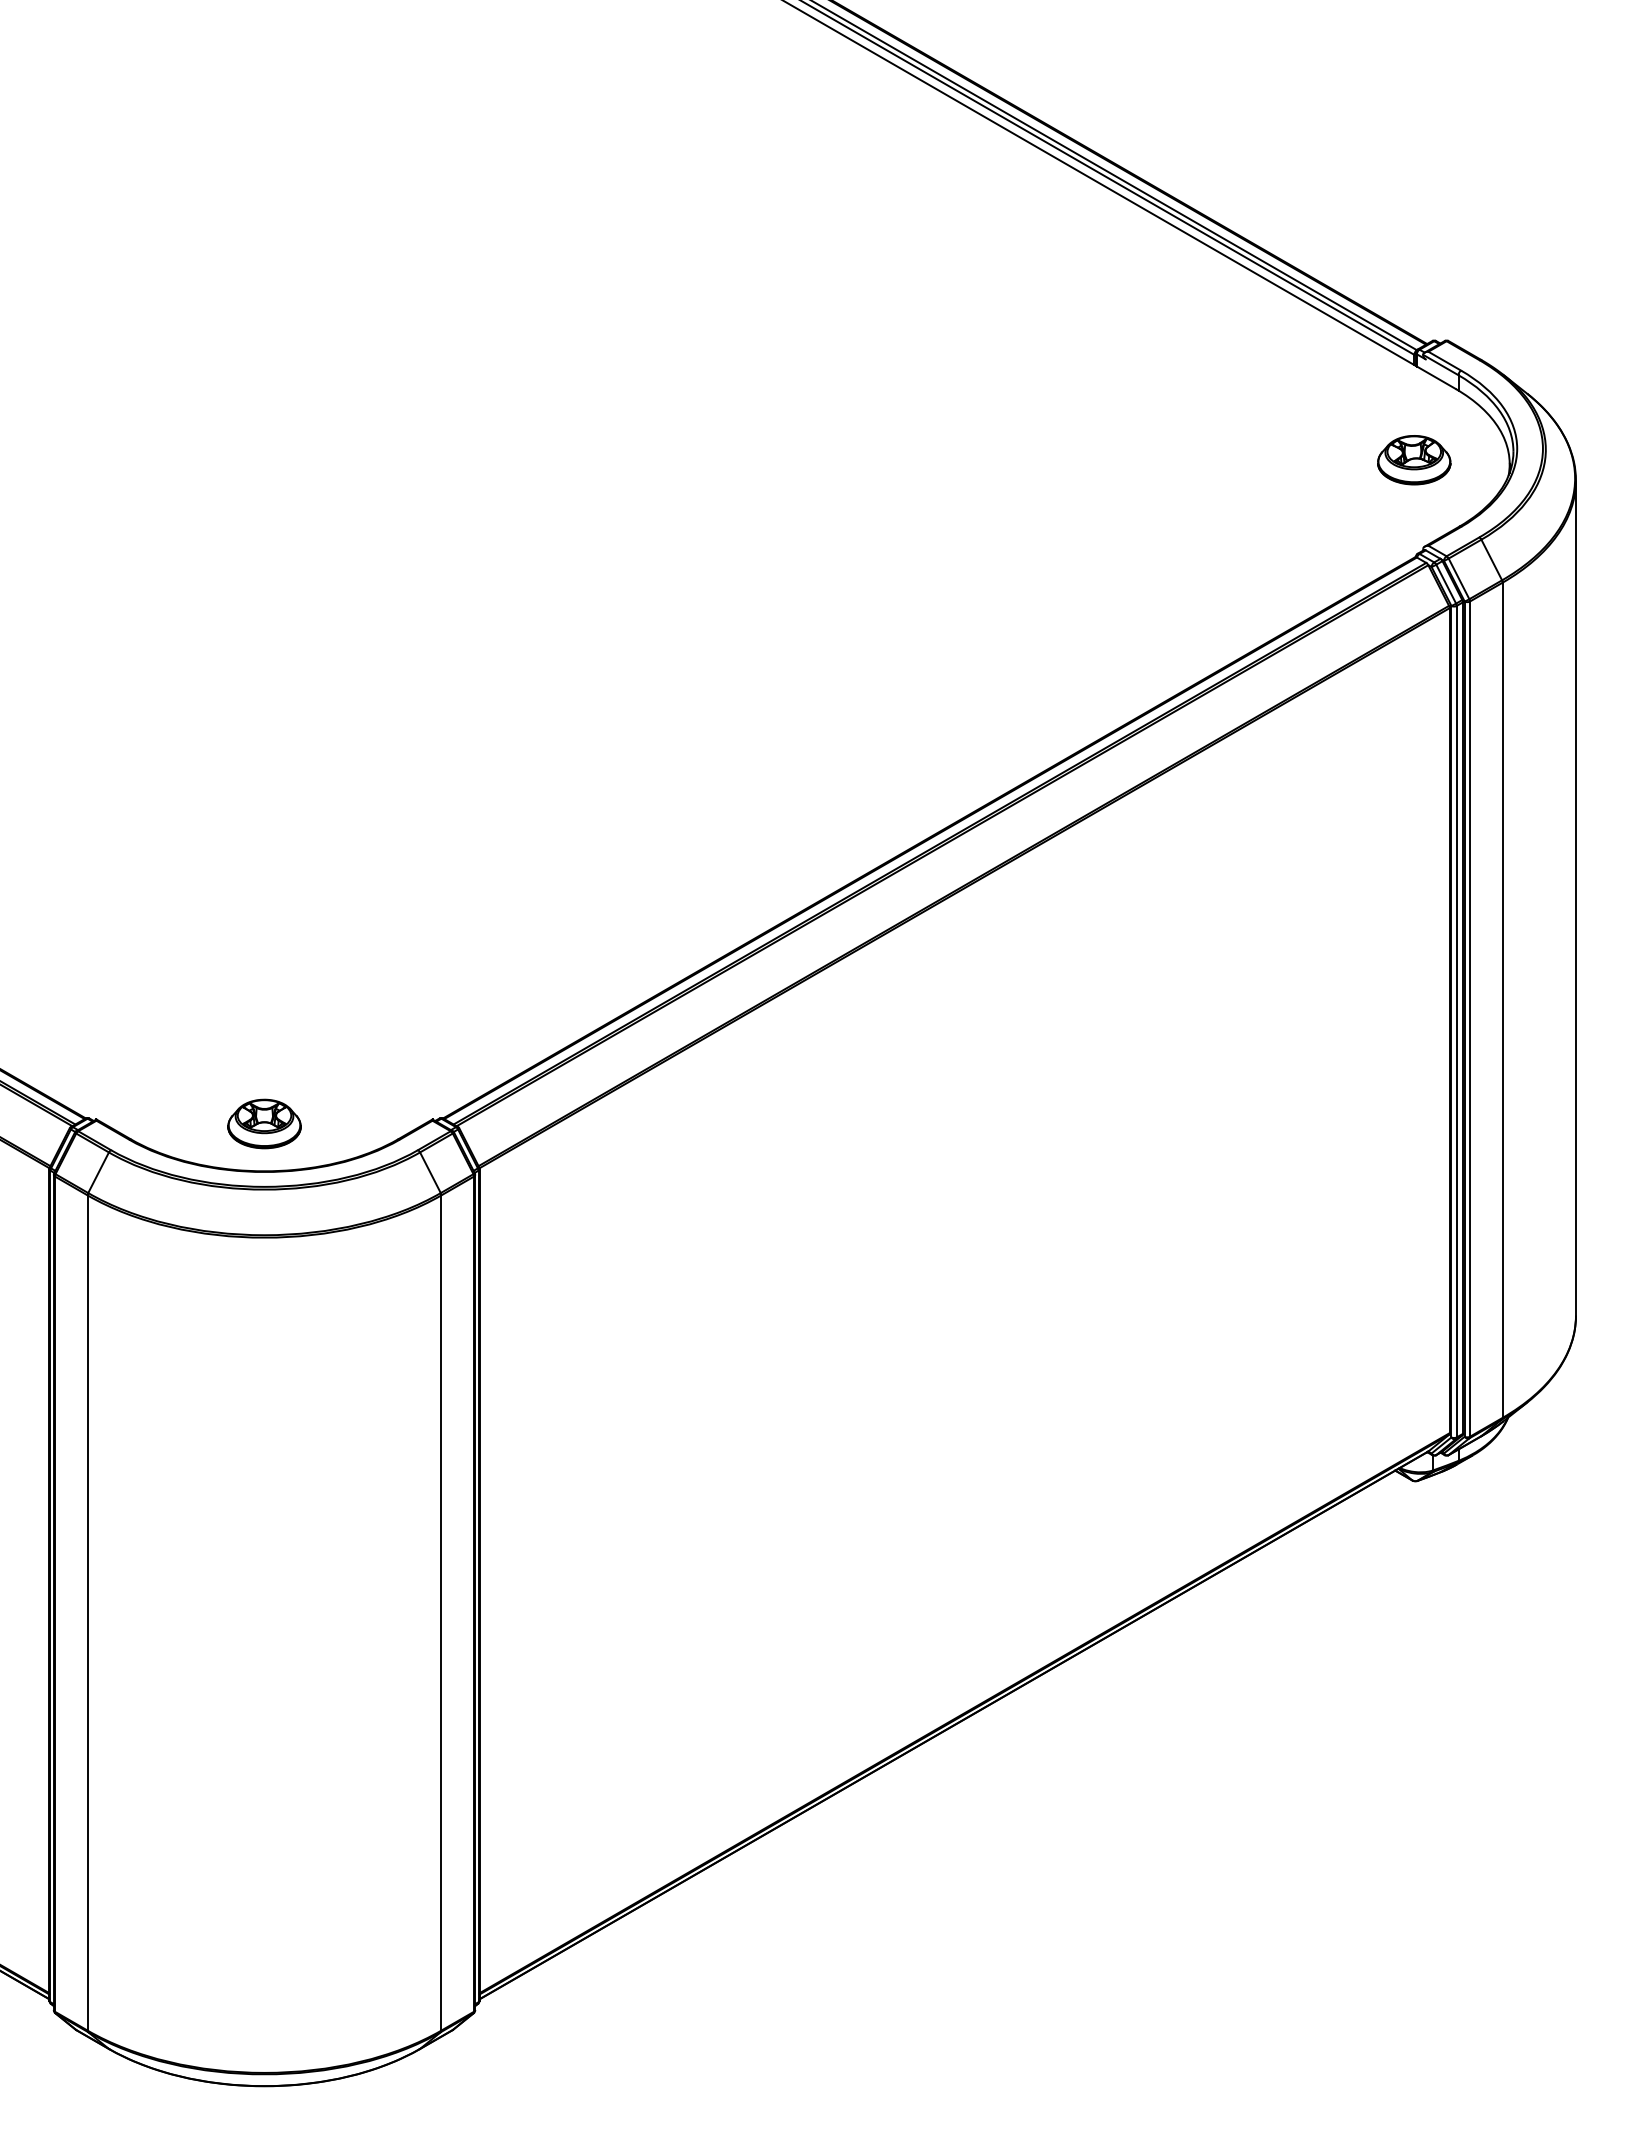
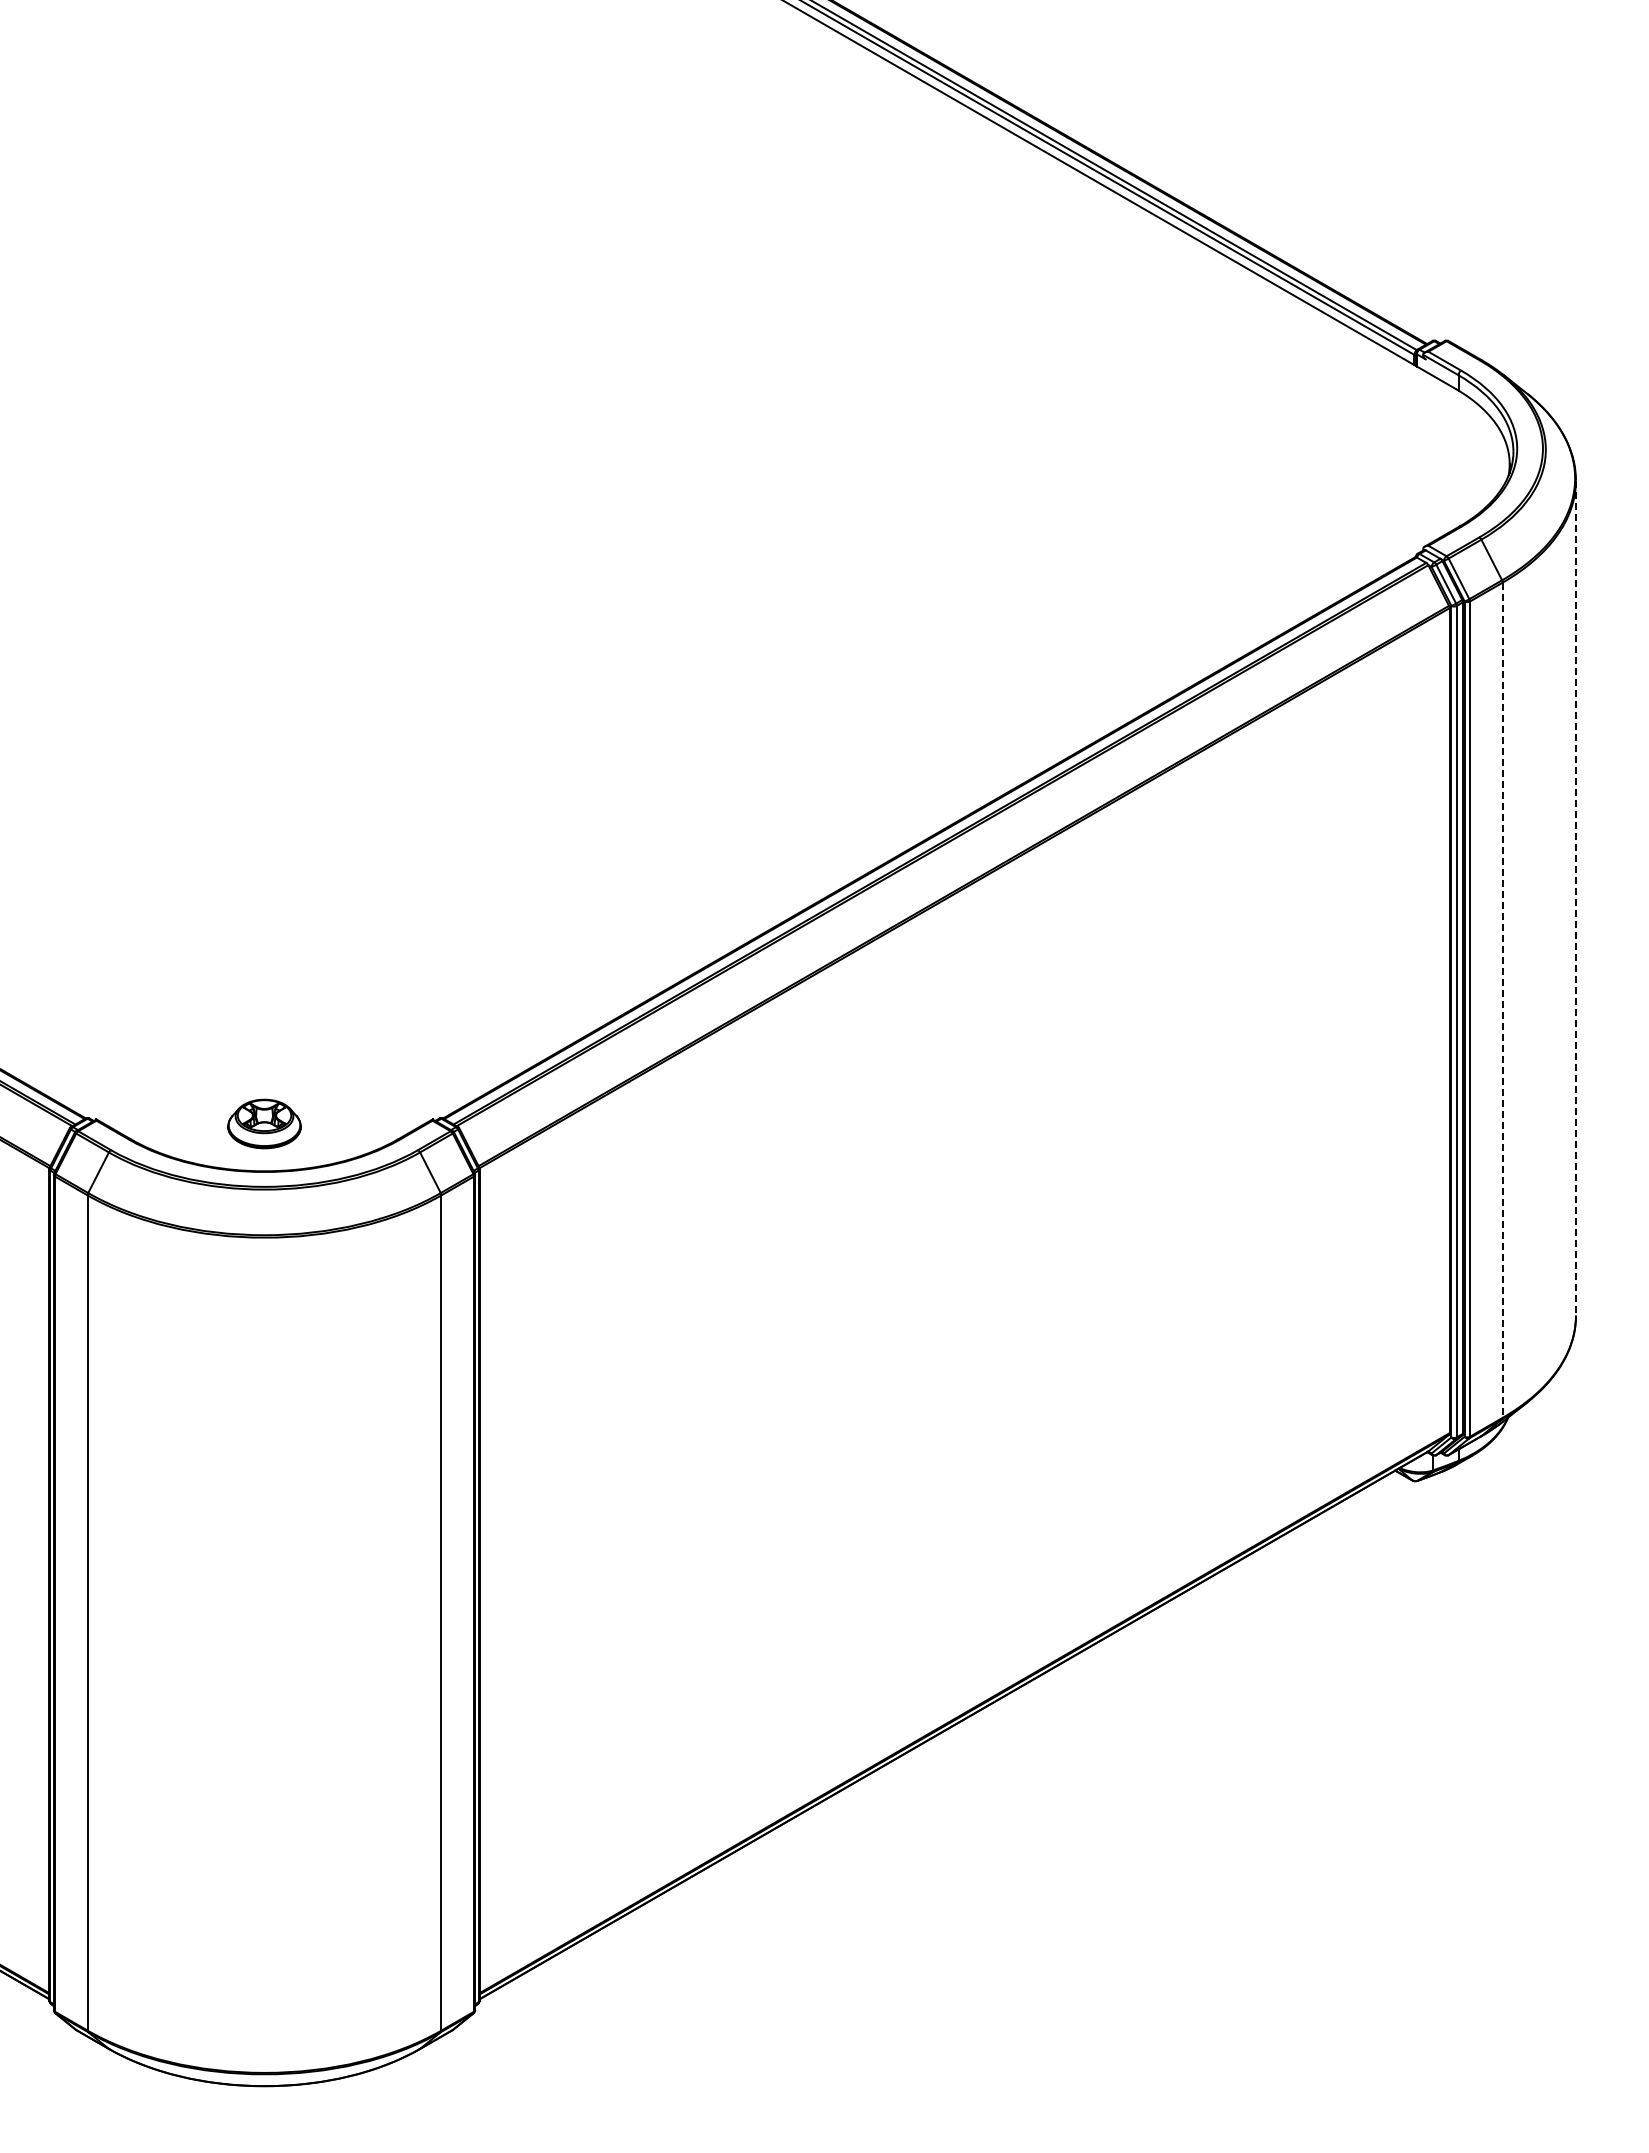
part at (1414, 460): present -> none
line at (1575, 898): solid -> dashed
line at (1502, 1000): solid -> dashed
